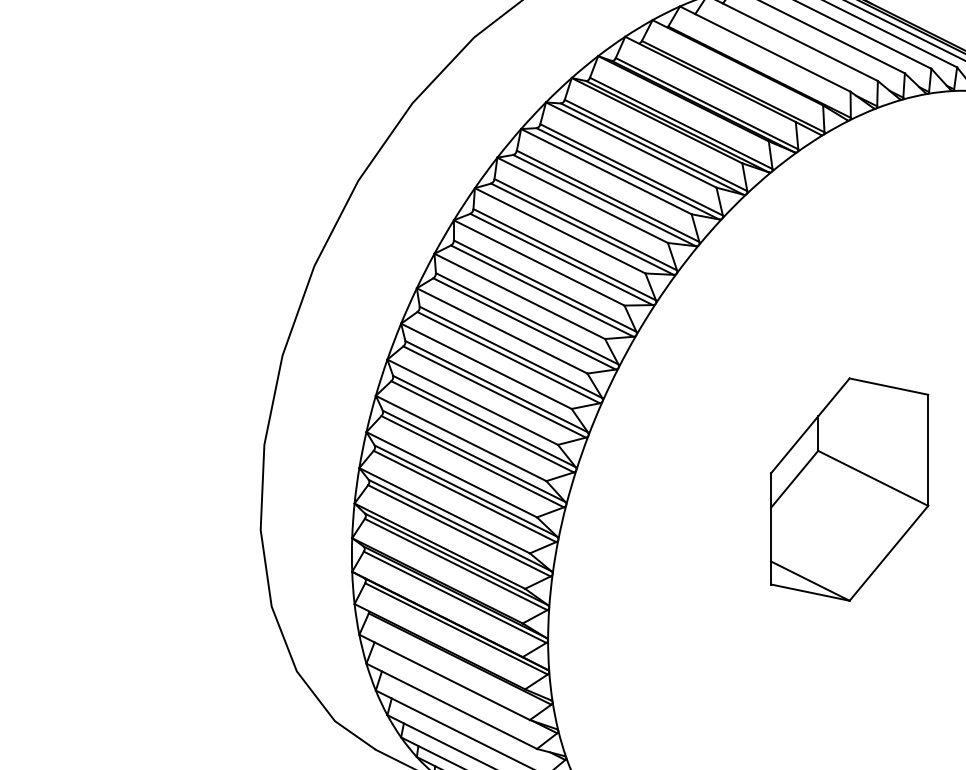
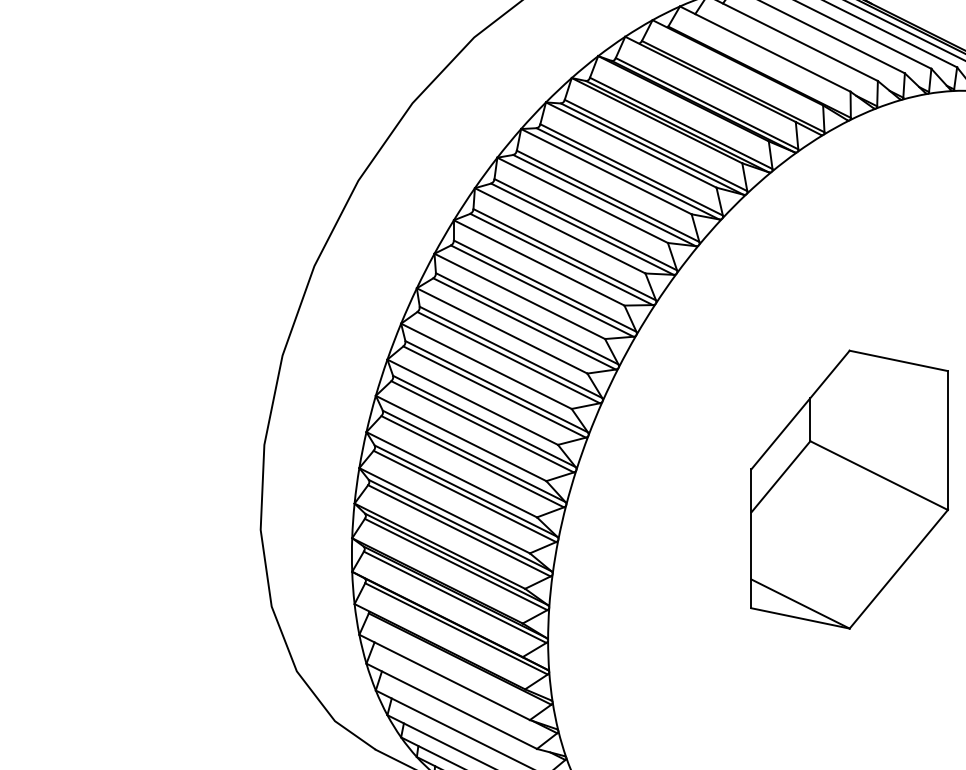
part at (849, 489) size: 160x225 px -> 199x281 px
